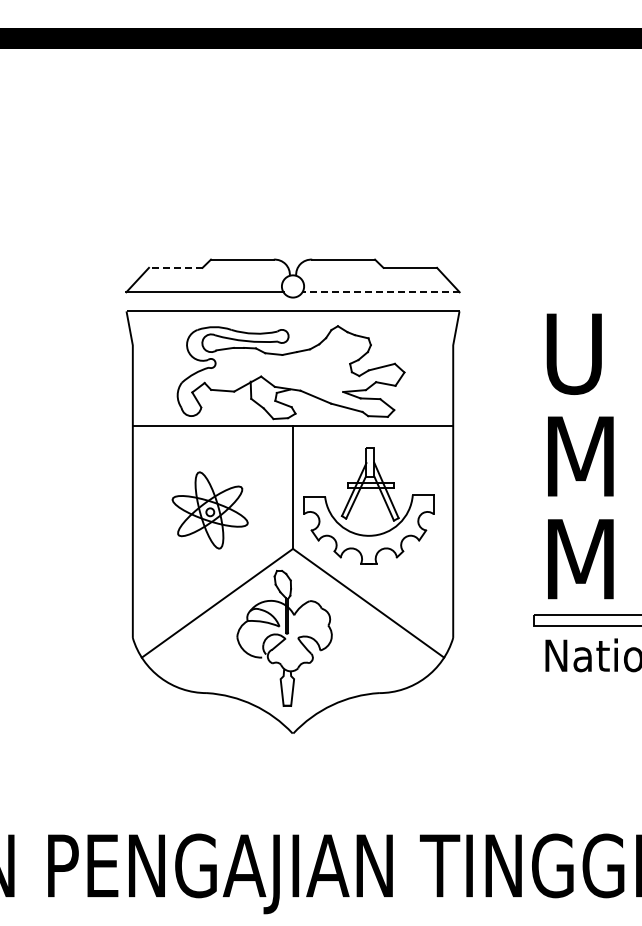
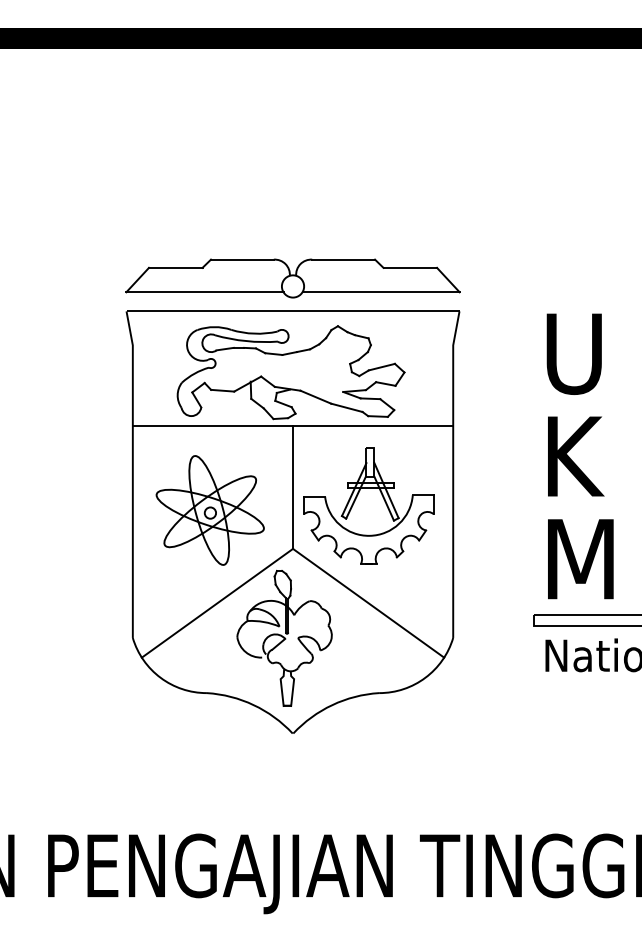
line at (175, 267): dashed -> solid
line at (381, 292): dashed -> solid
text at (585, 456): M -> K
part at (209, 510) size: 78x79 px -> 110x111 px
